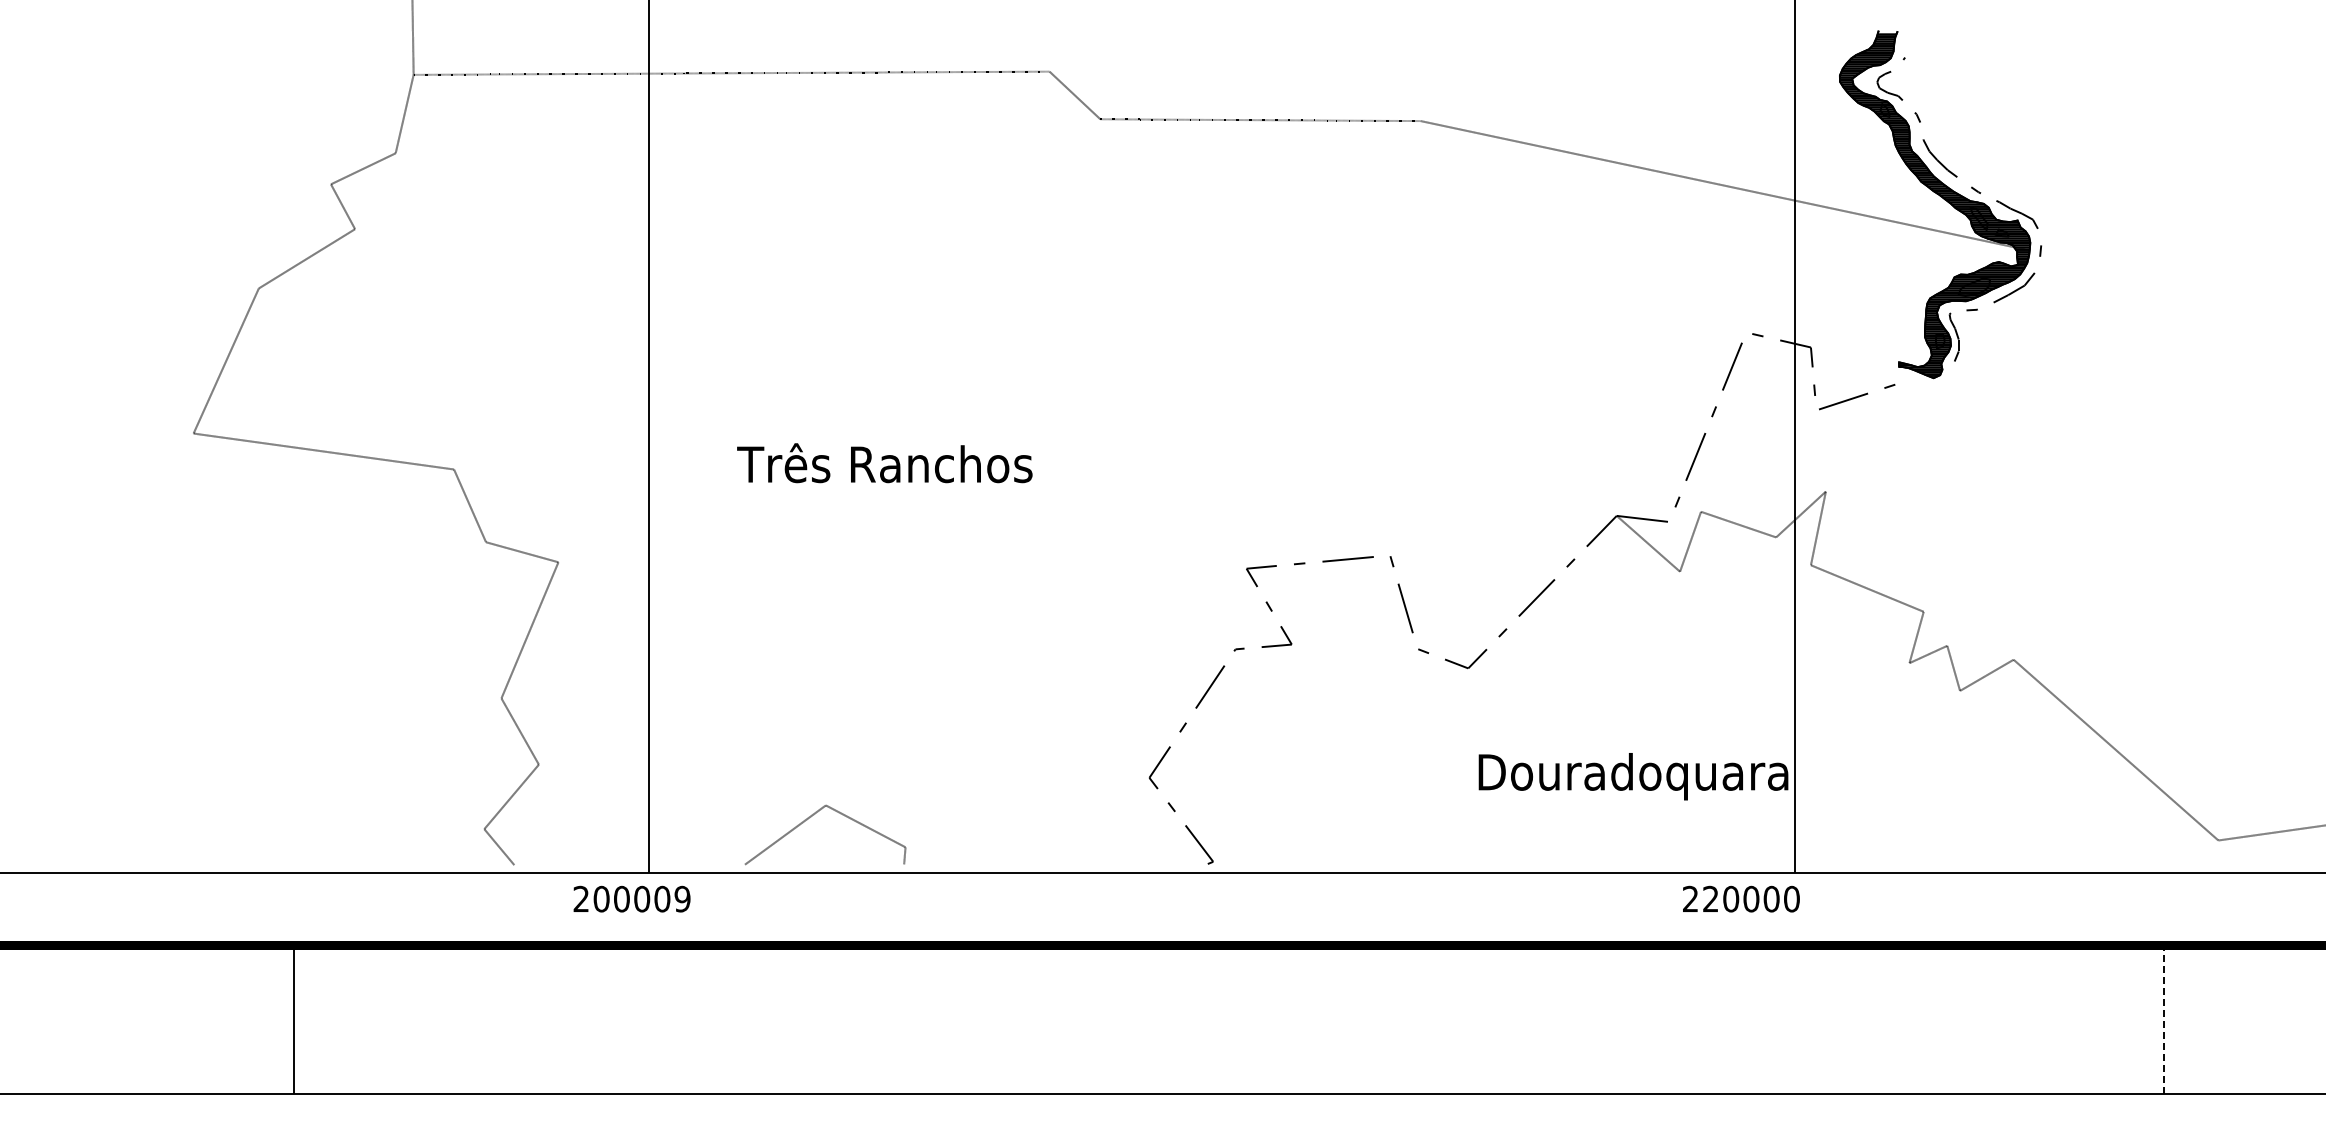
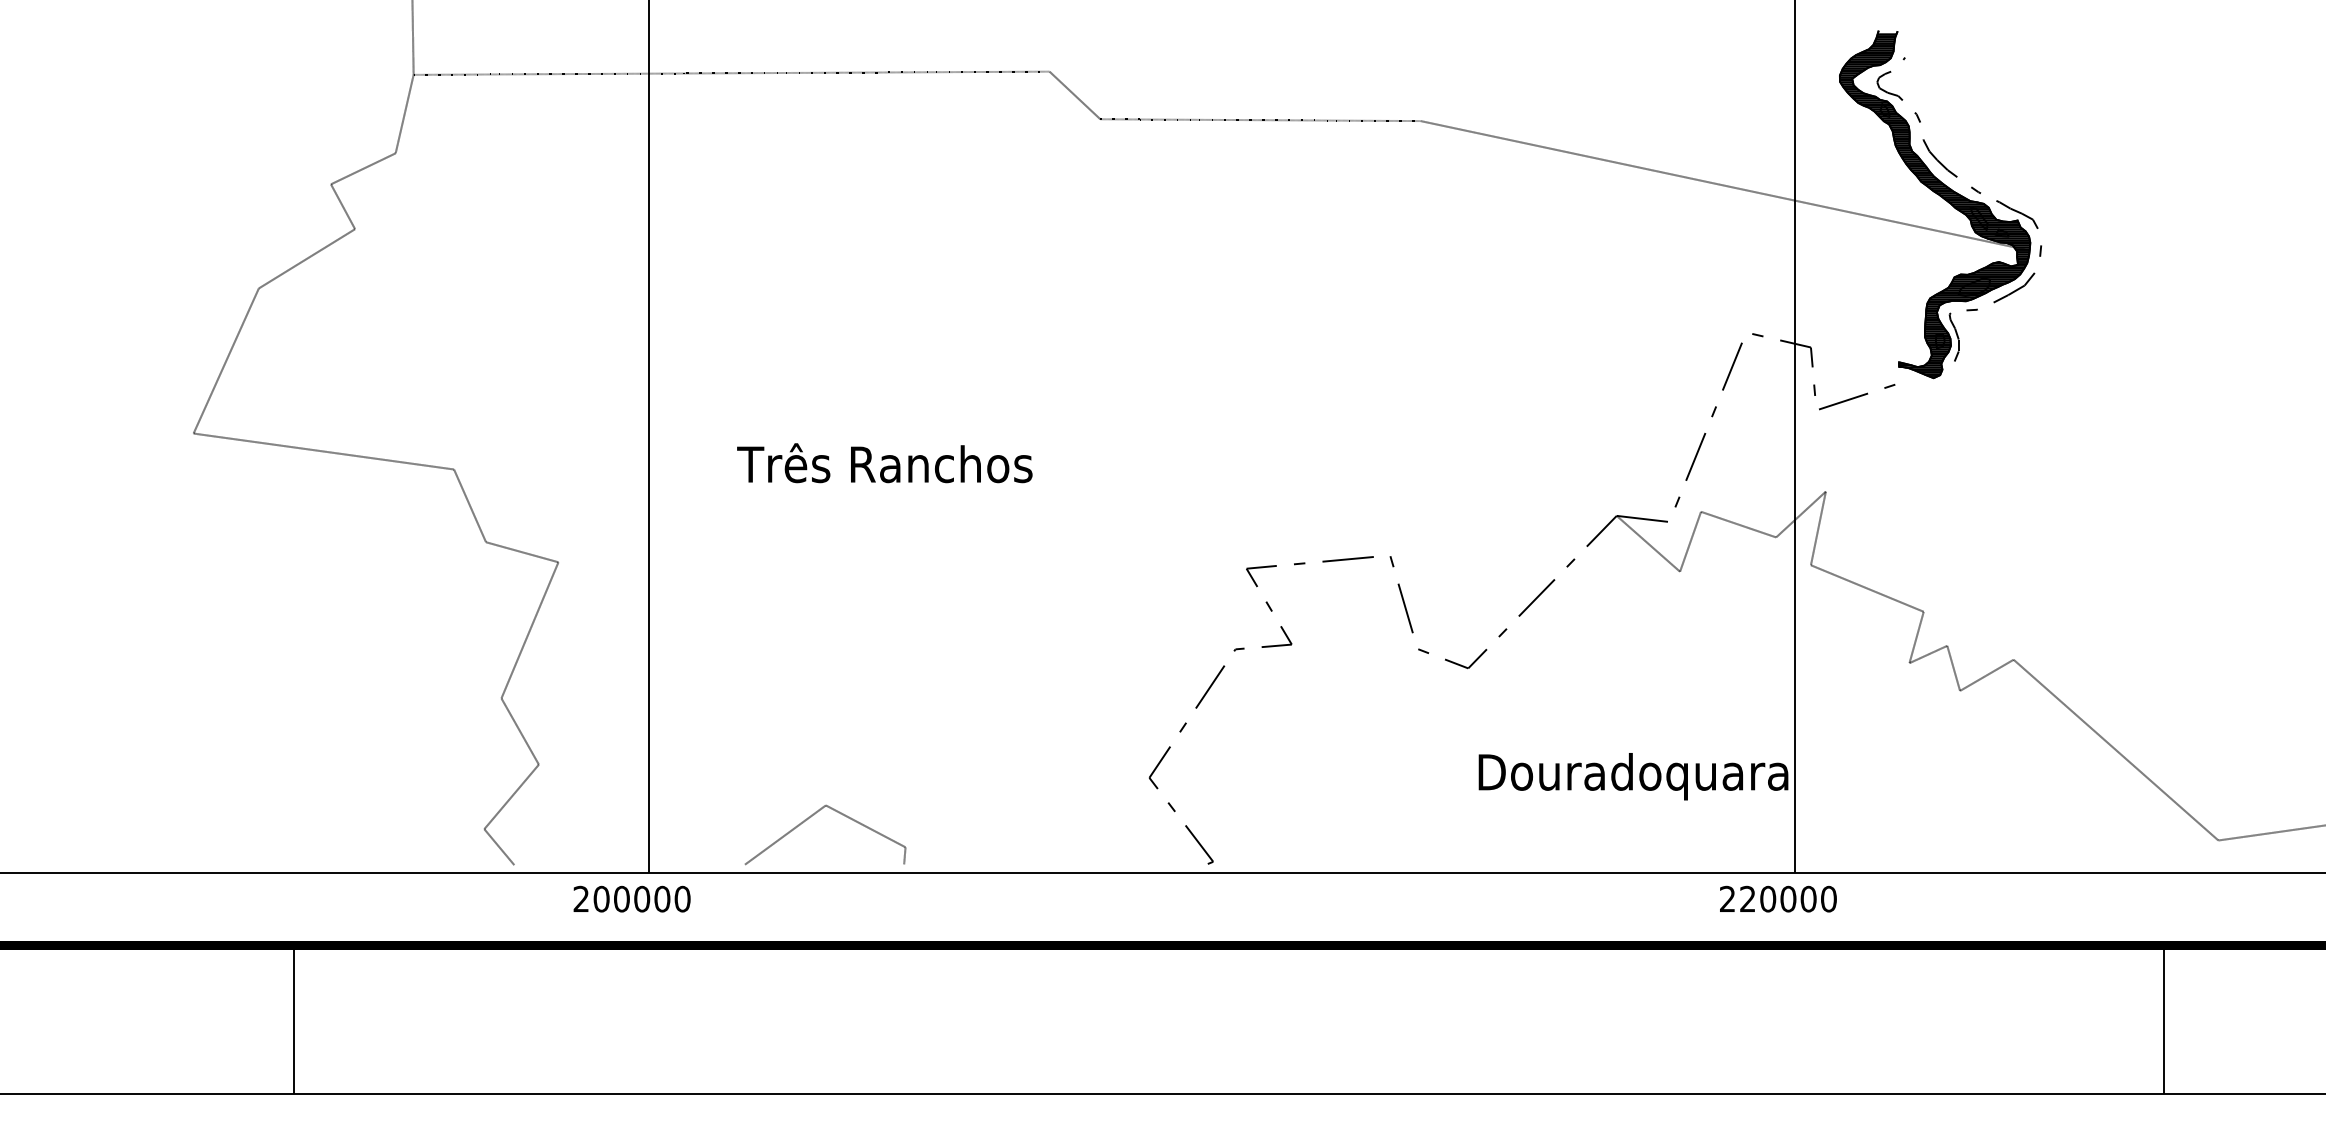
text at (1741, 898) position: (1741, 898) -> (1778, 898)
text at (682, 899): 200009 -> 200000
line at (2163, 1019): dashed -> solid
